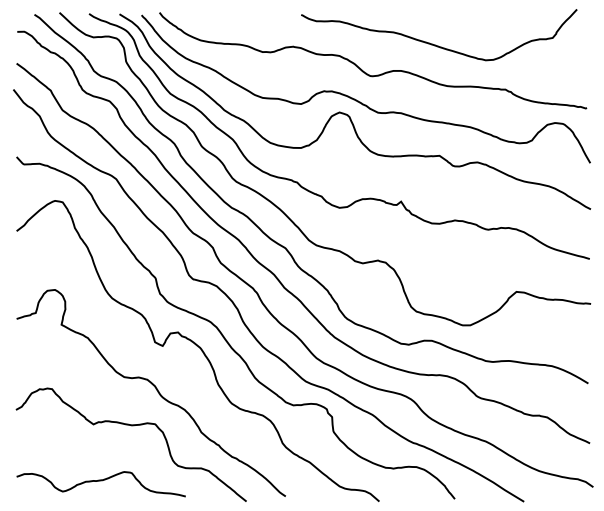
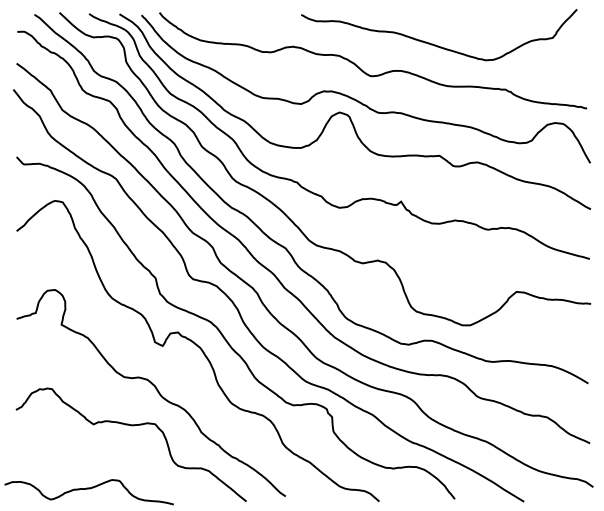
curve at (100, 481) position: (100, 481) -> (88, 489)
